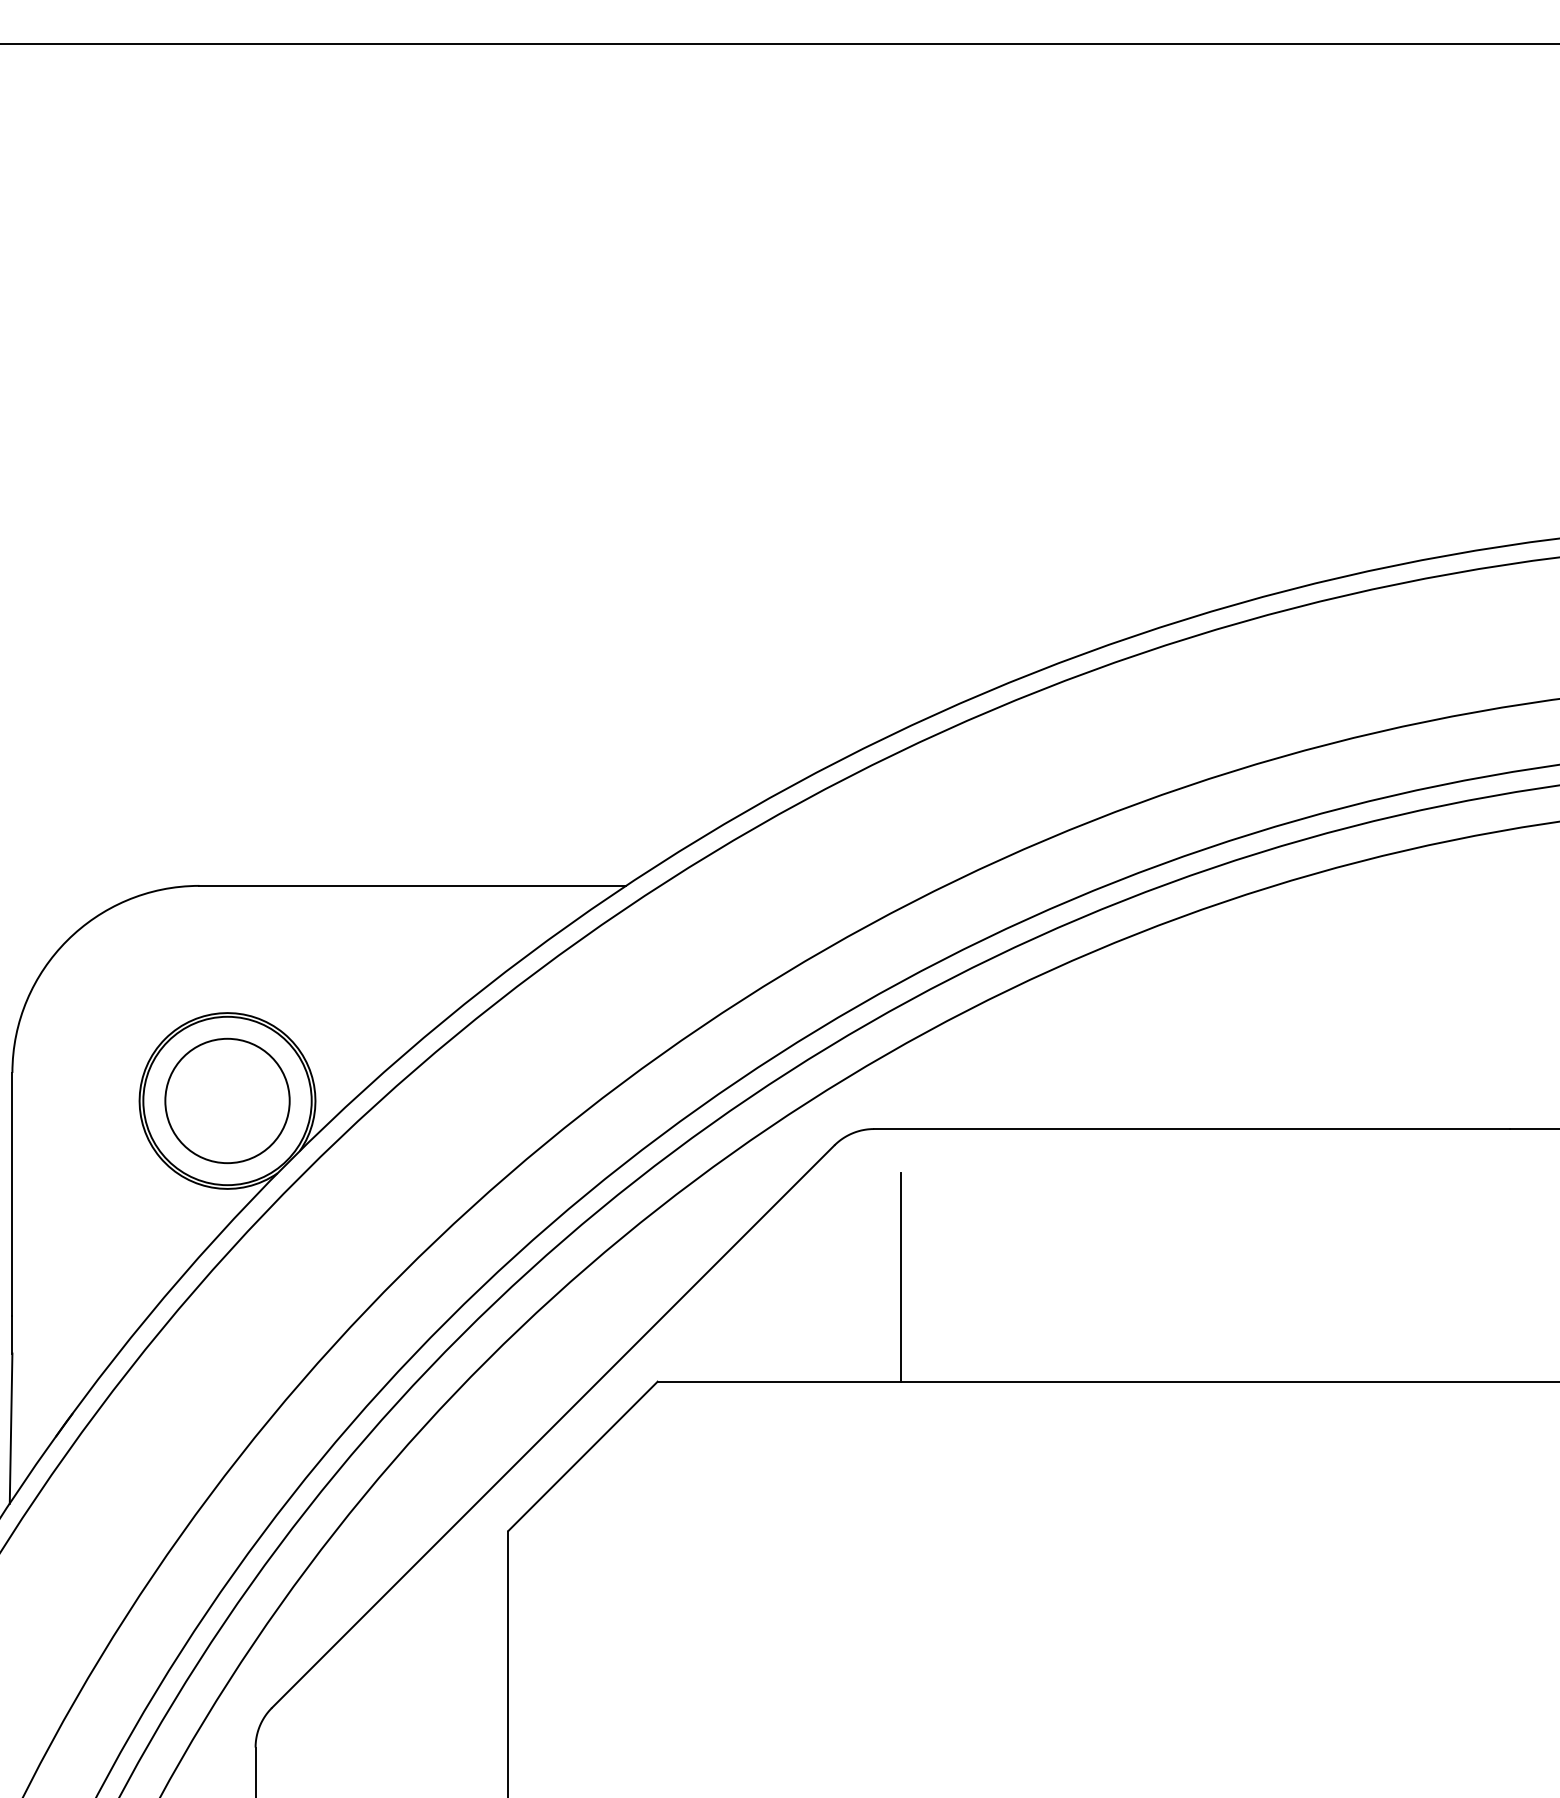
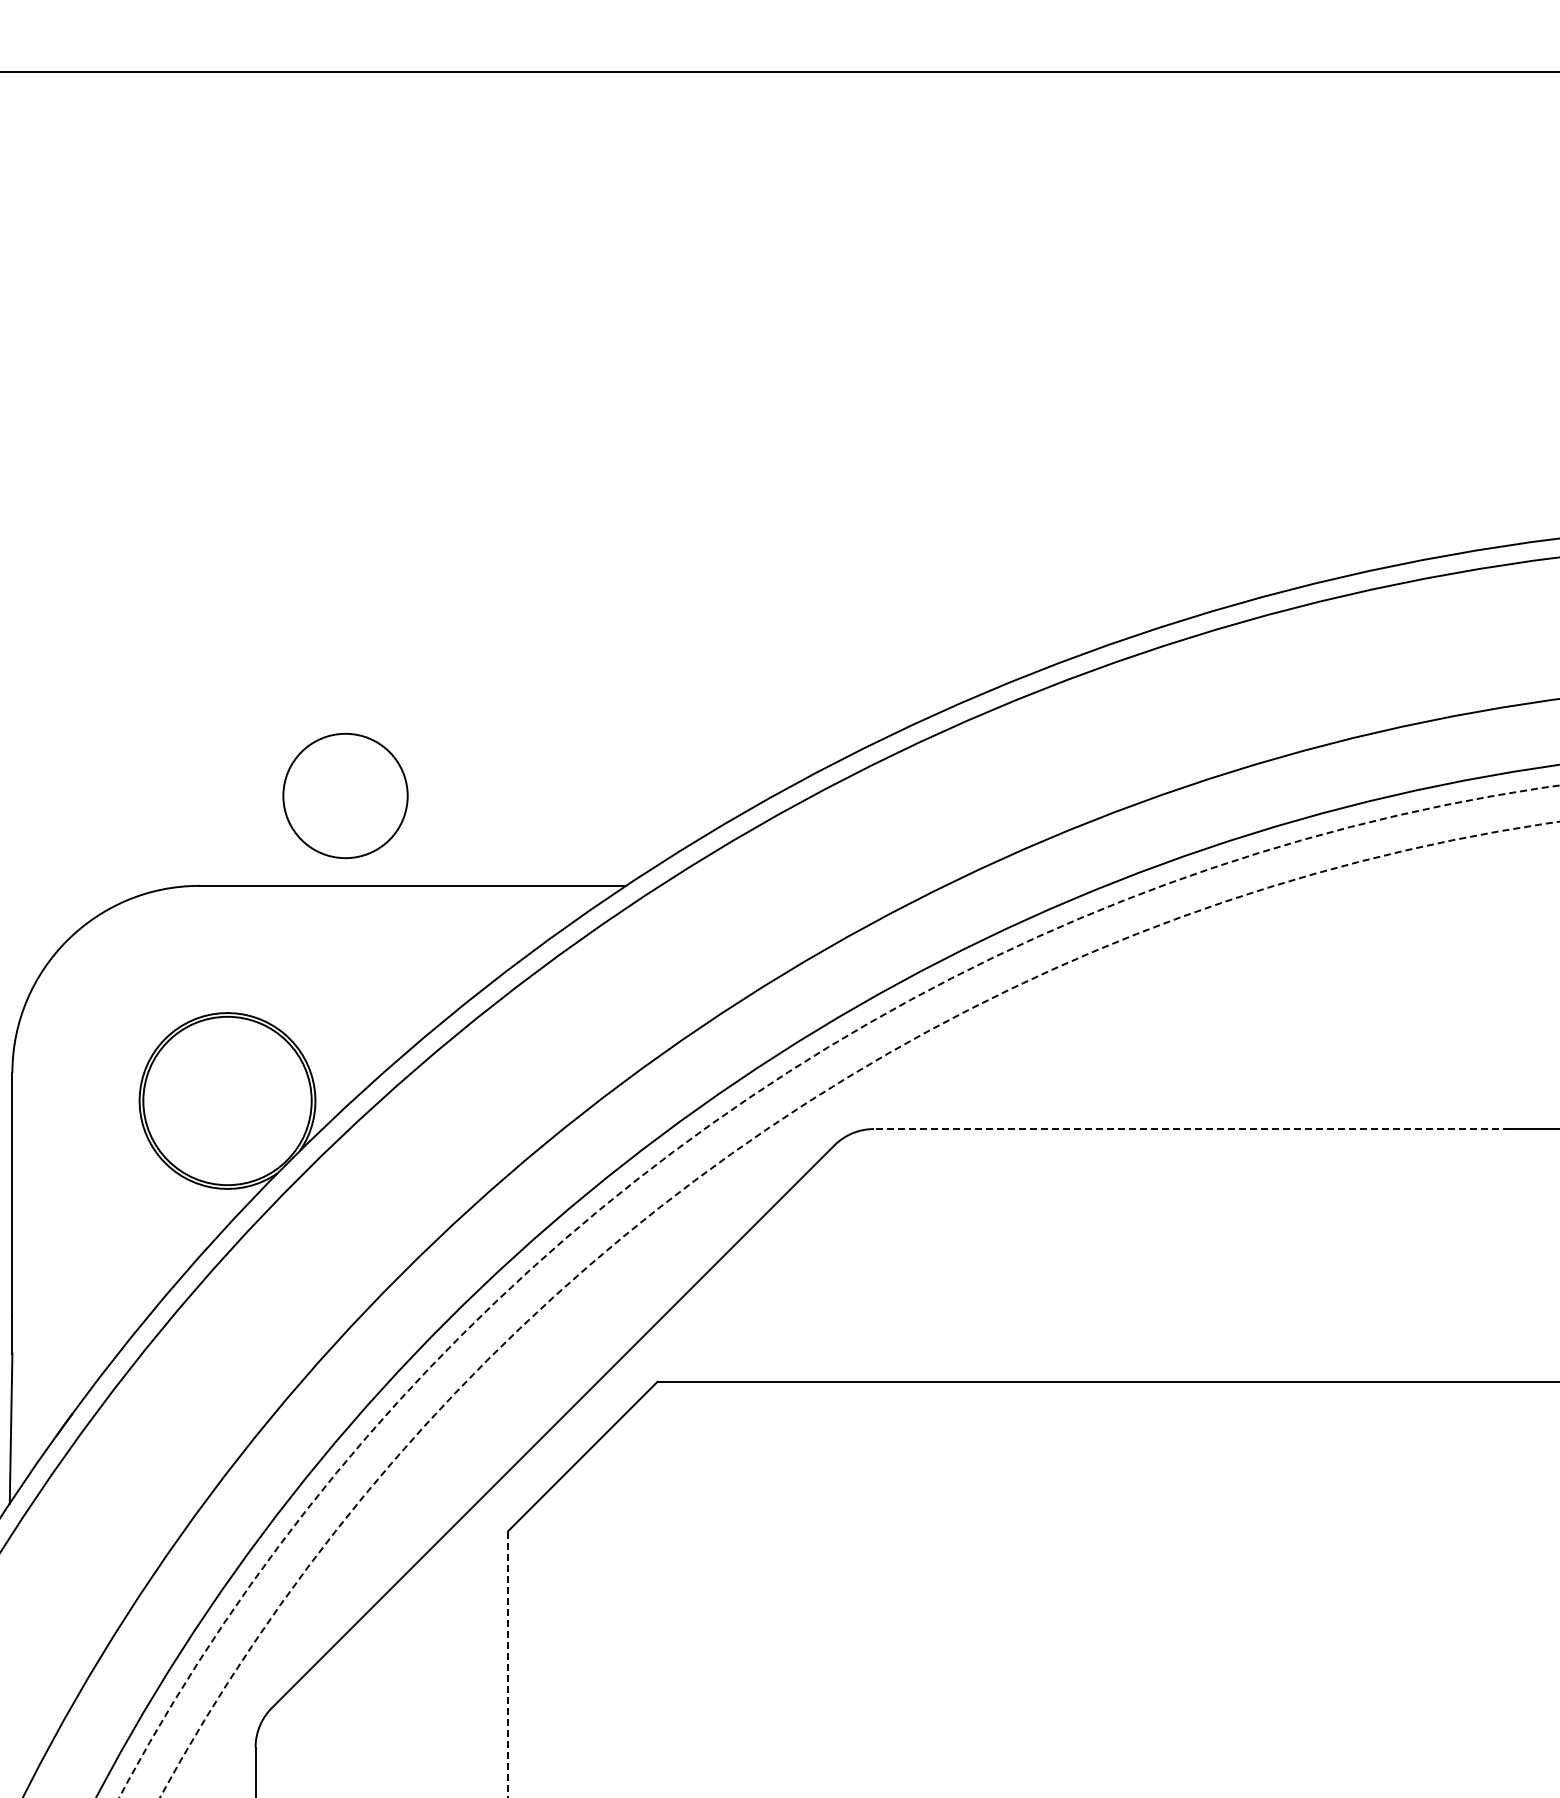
line at (779, 44) position: (779, 44) -> (779, 72)
circle at (227, 1100) position: (227, 1100) -> (345, 795)
line at (1191, 1129): solid -> dashed
line at (900, 1276): present -> none
circle at (839, 1291): solid -> dashed
circle at (859, 1309): solid -> dashed
line at (508, 1664): solid -> dashed
